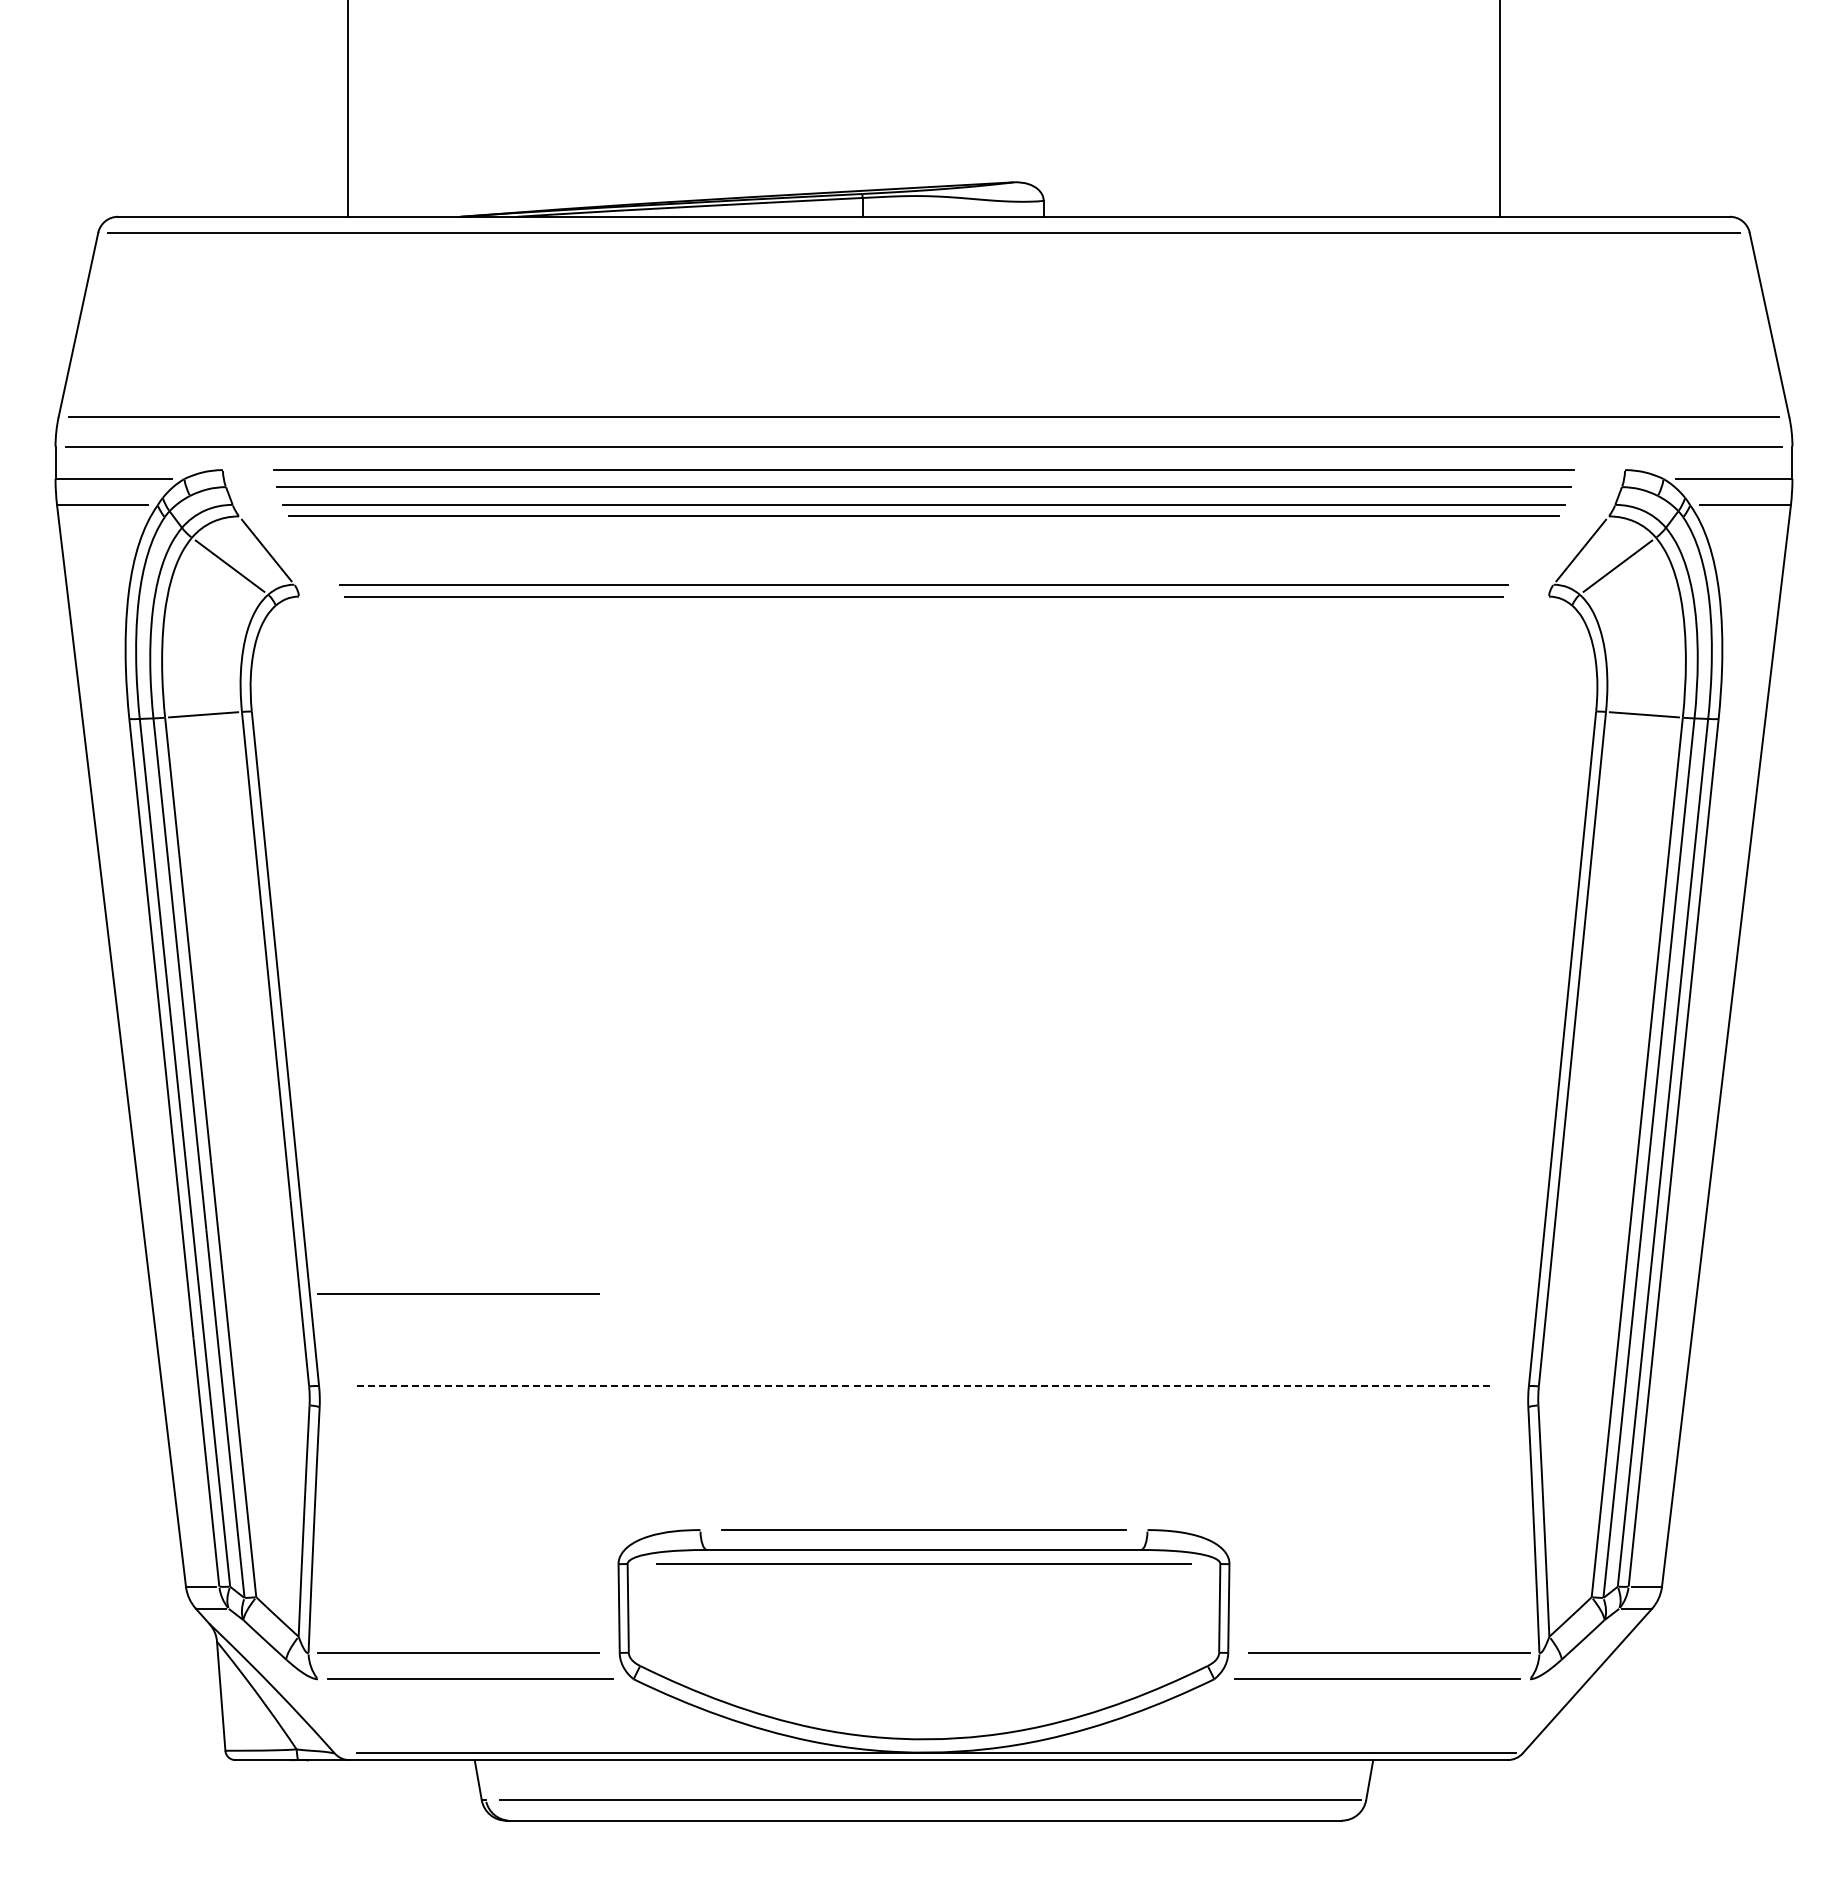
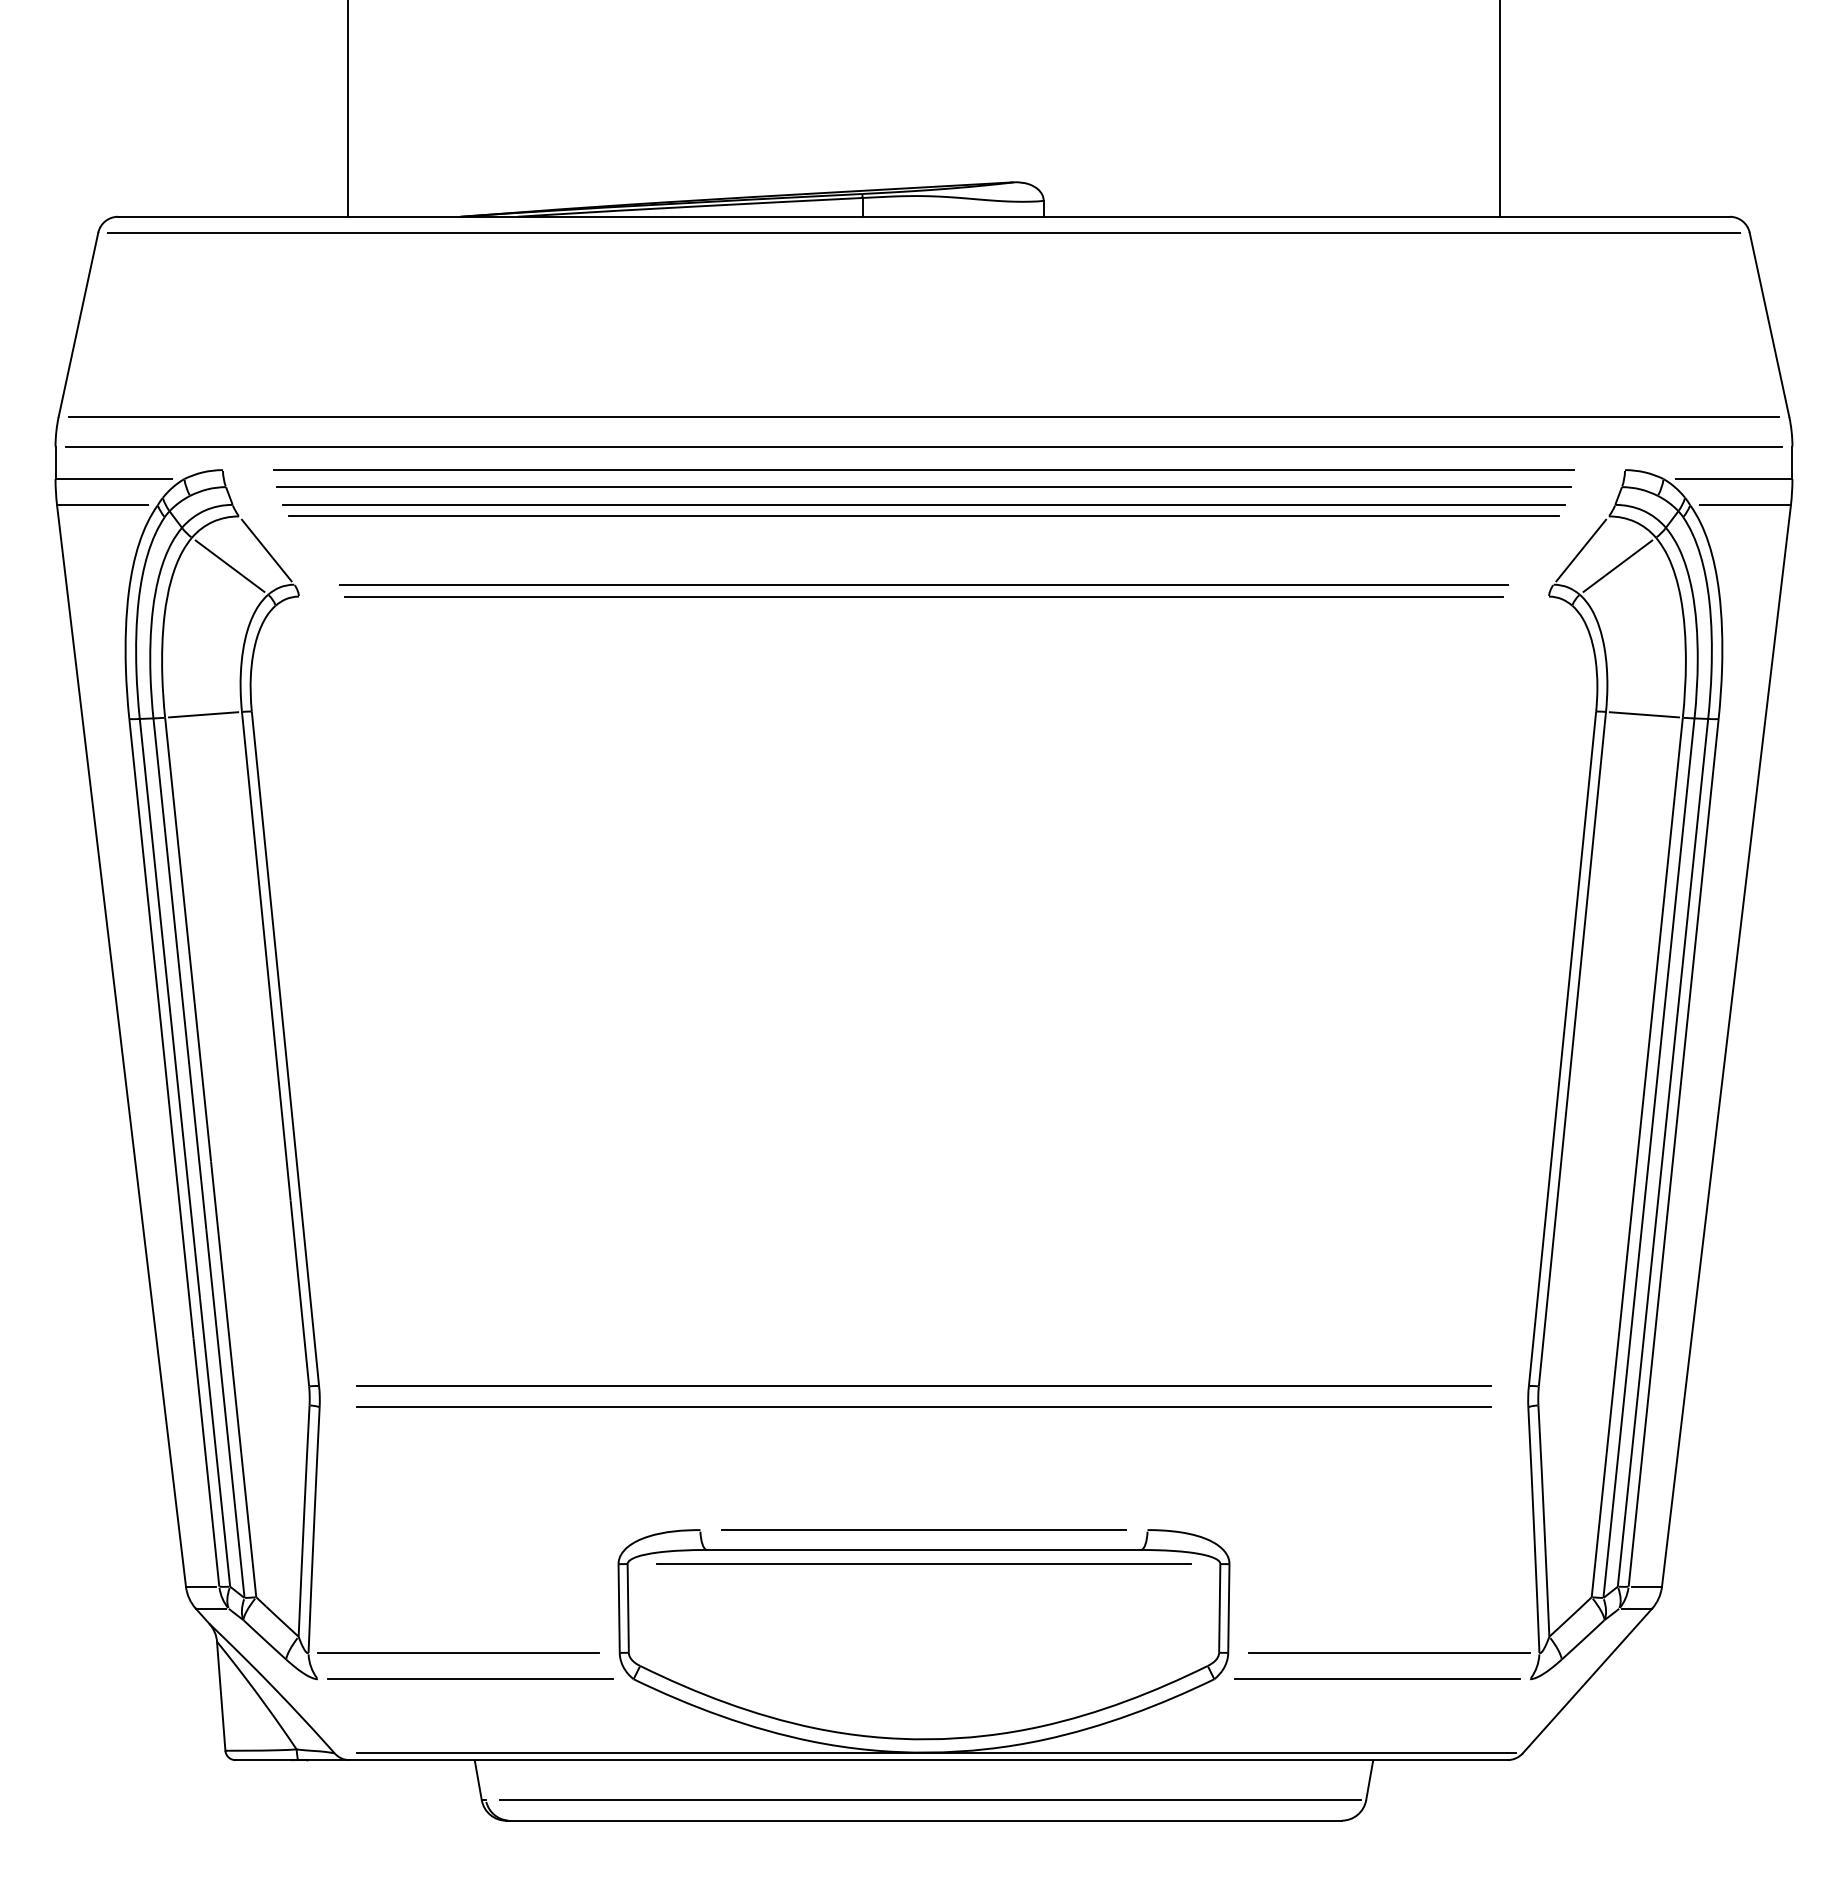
line at (458, 1293): present -> none
line at (924, 1385): dashed -> solid
line at (923, 1407): none -> present
